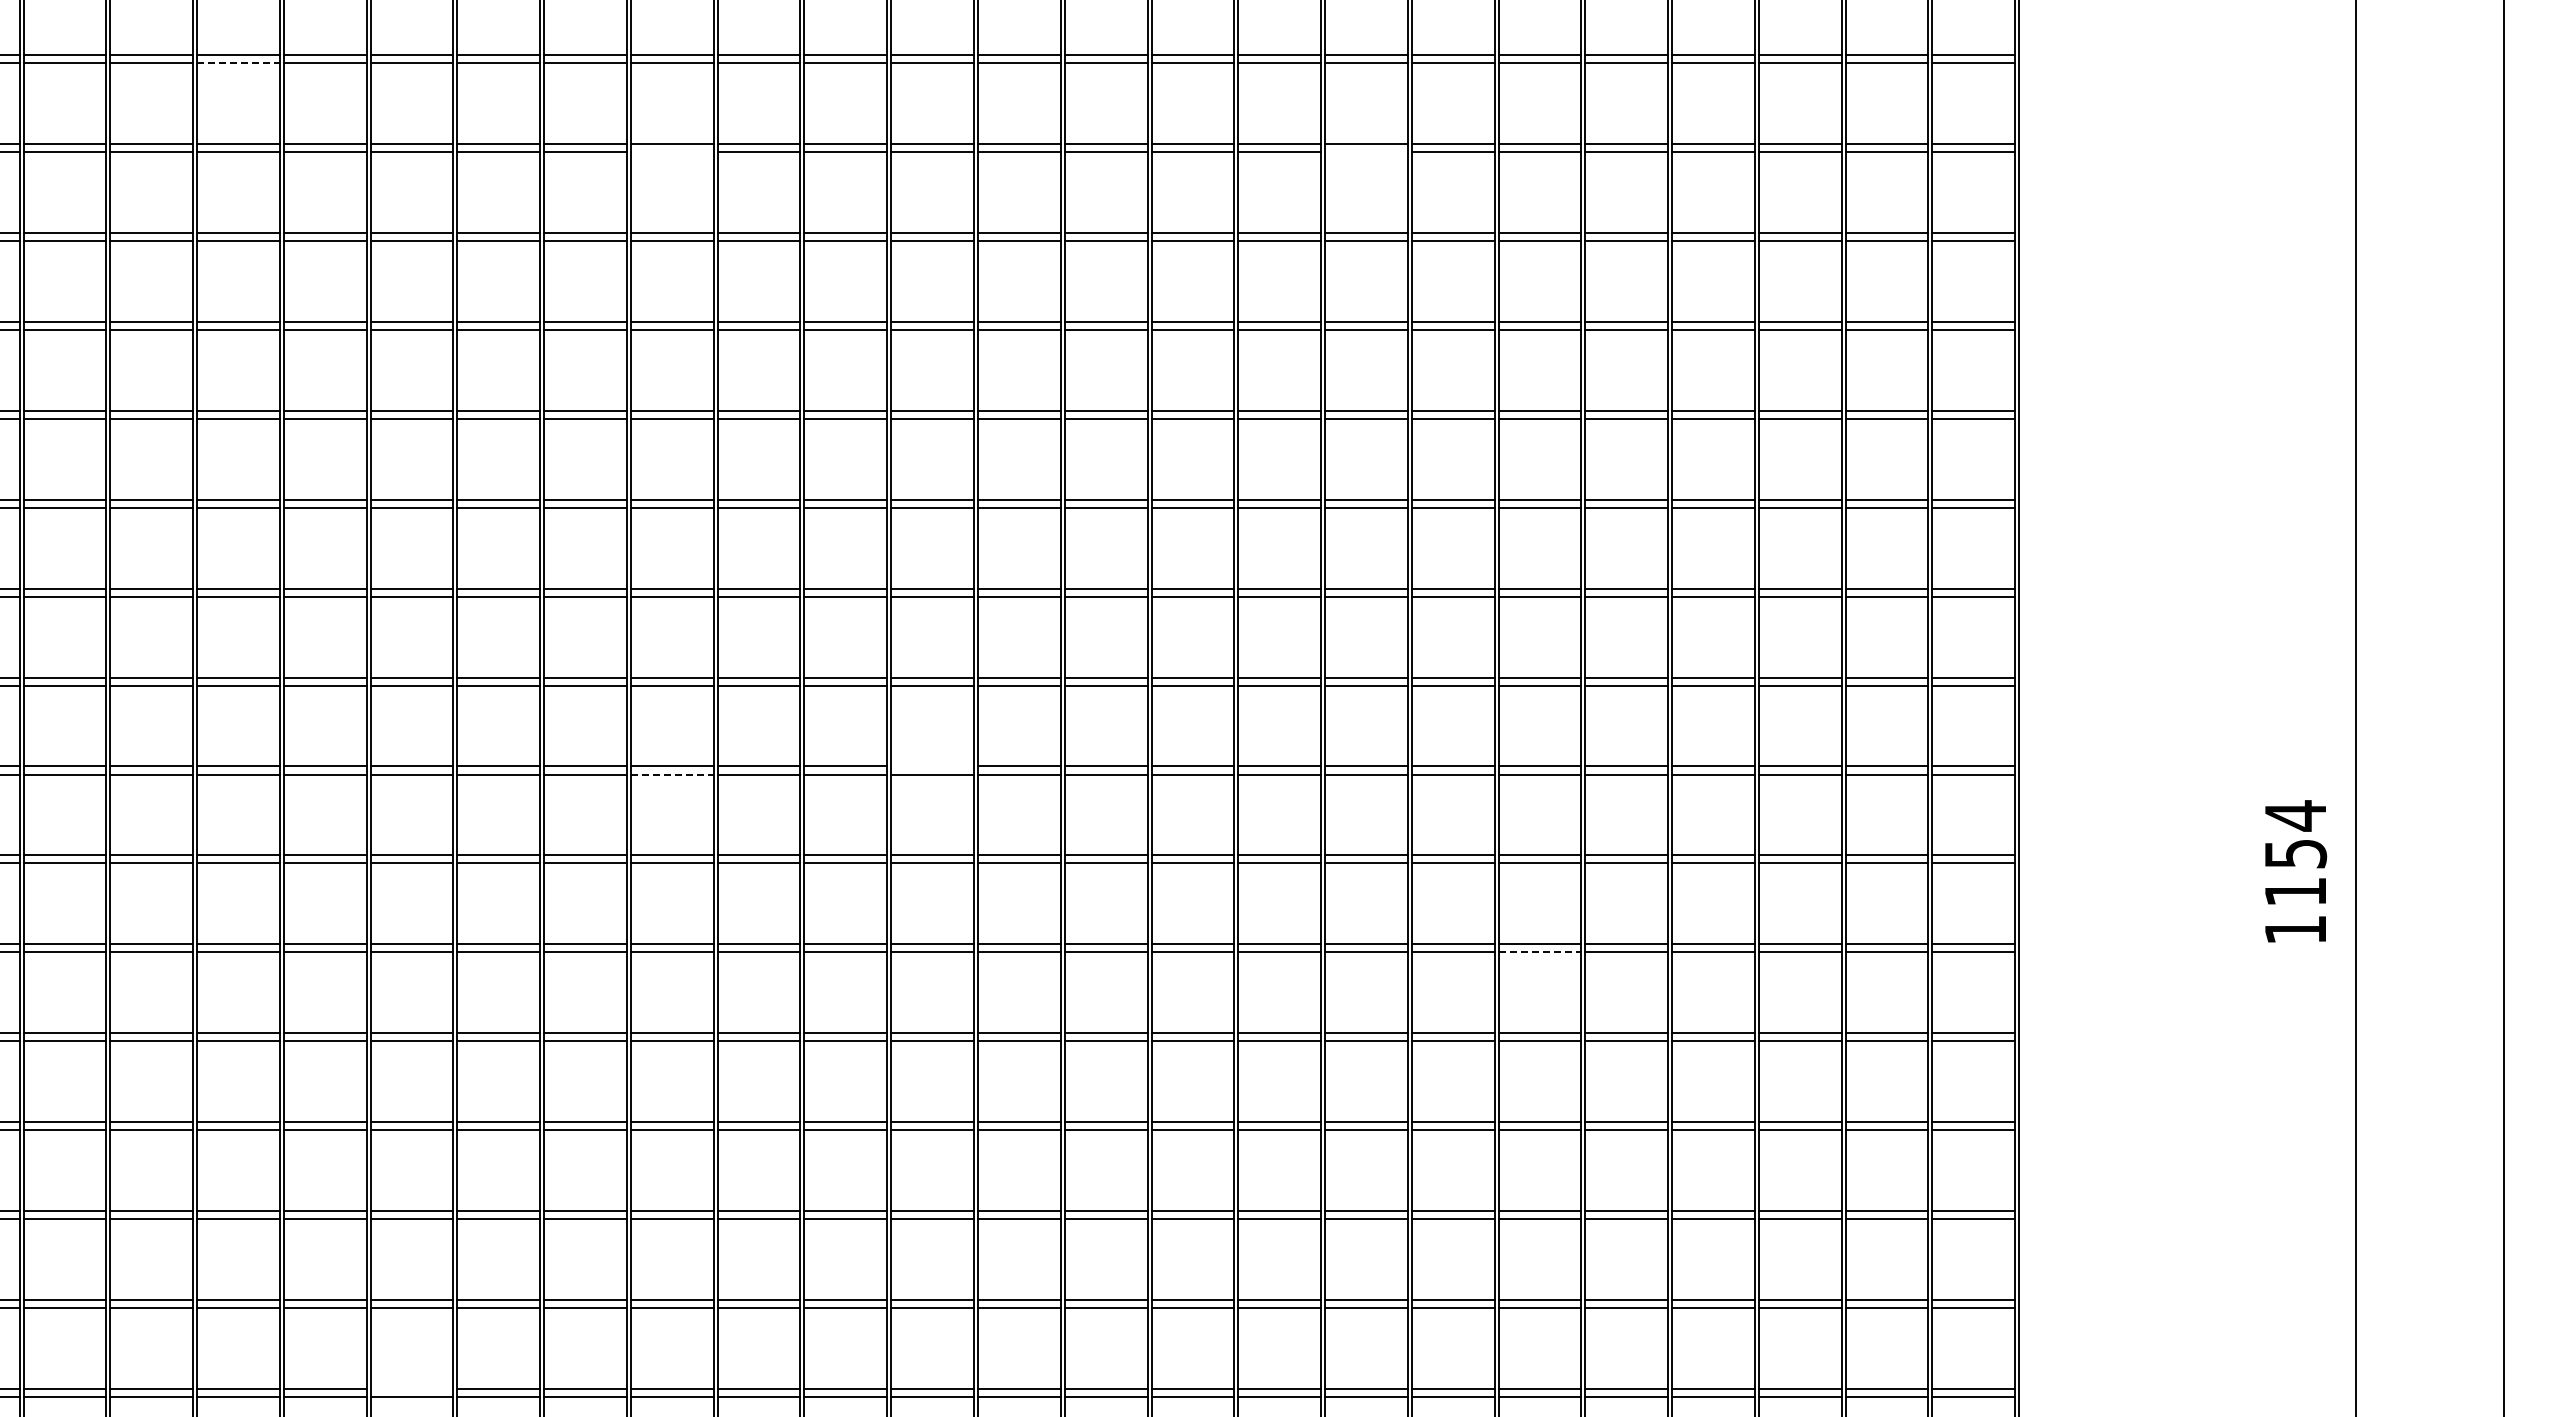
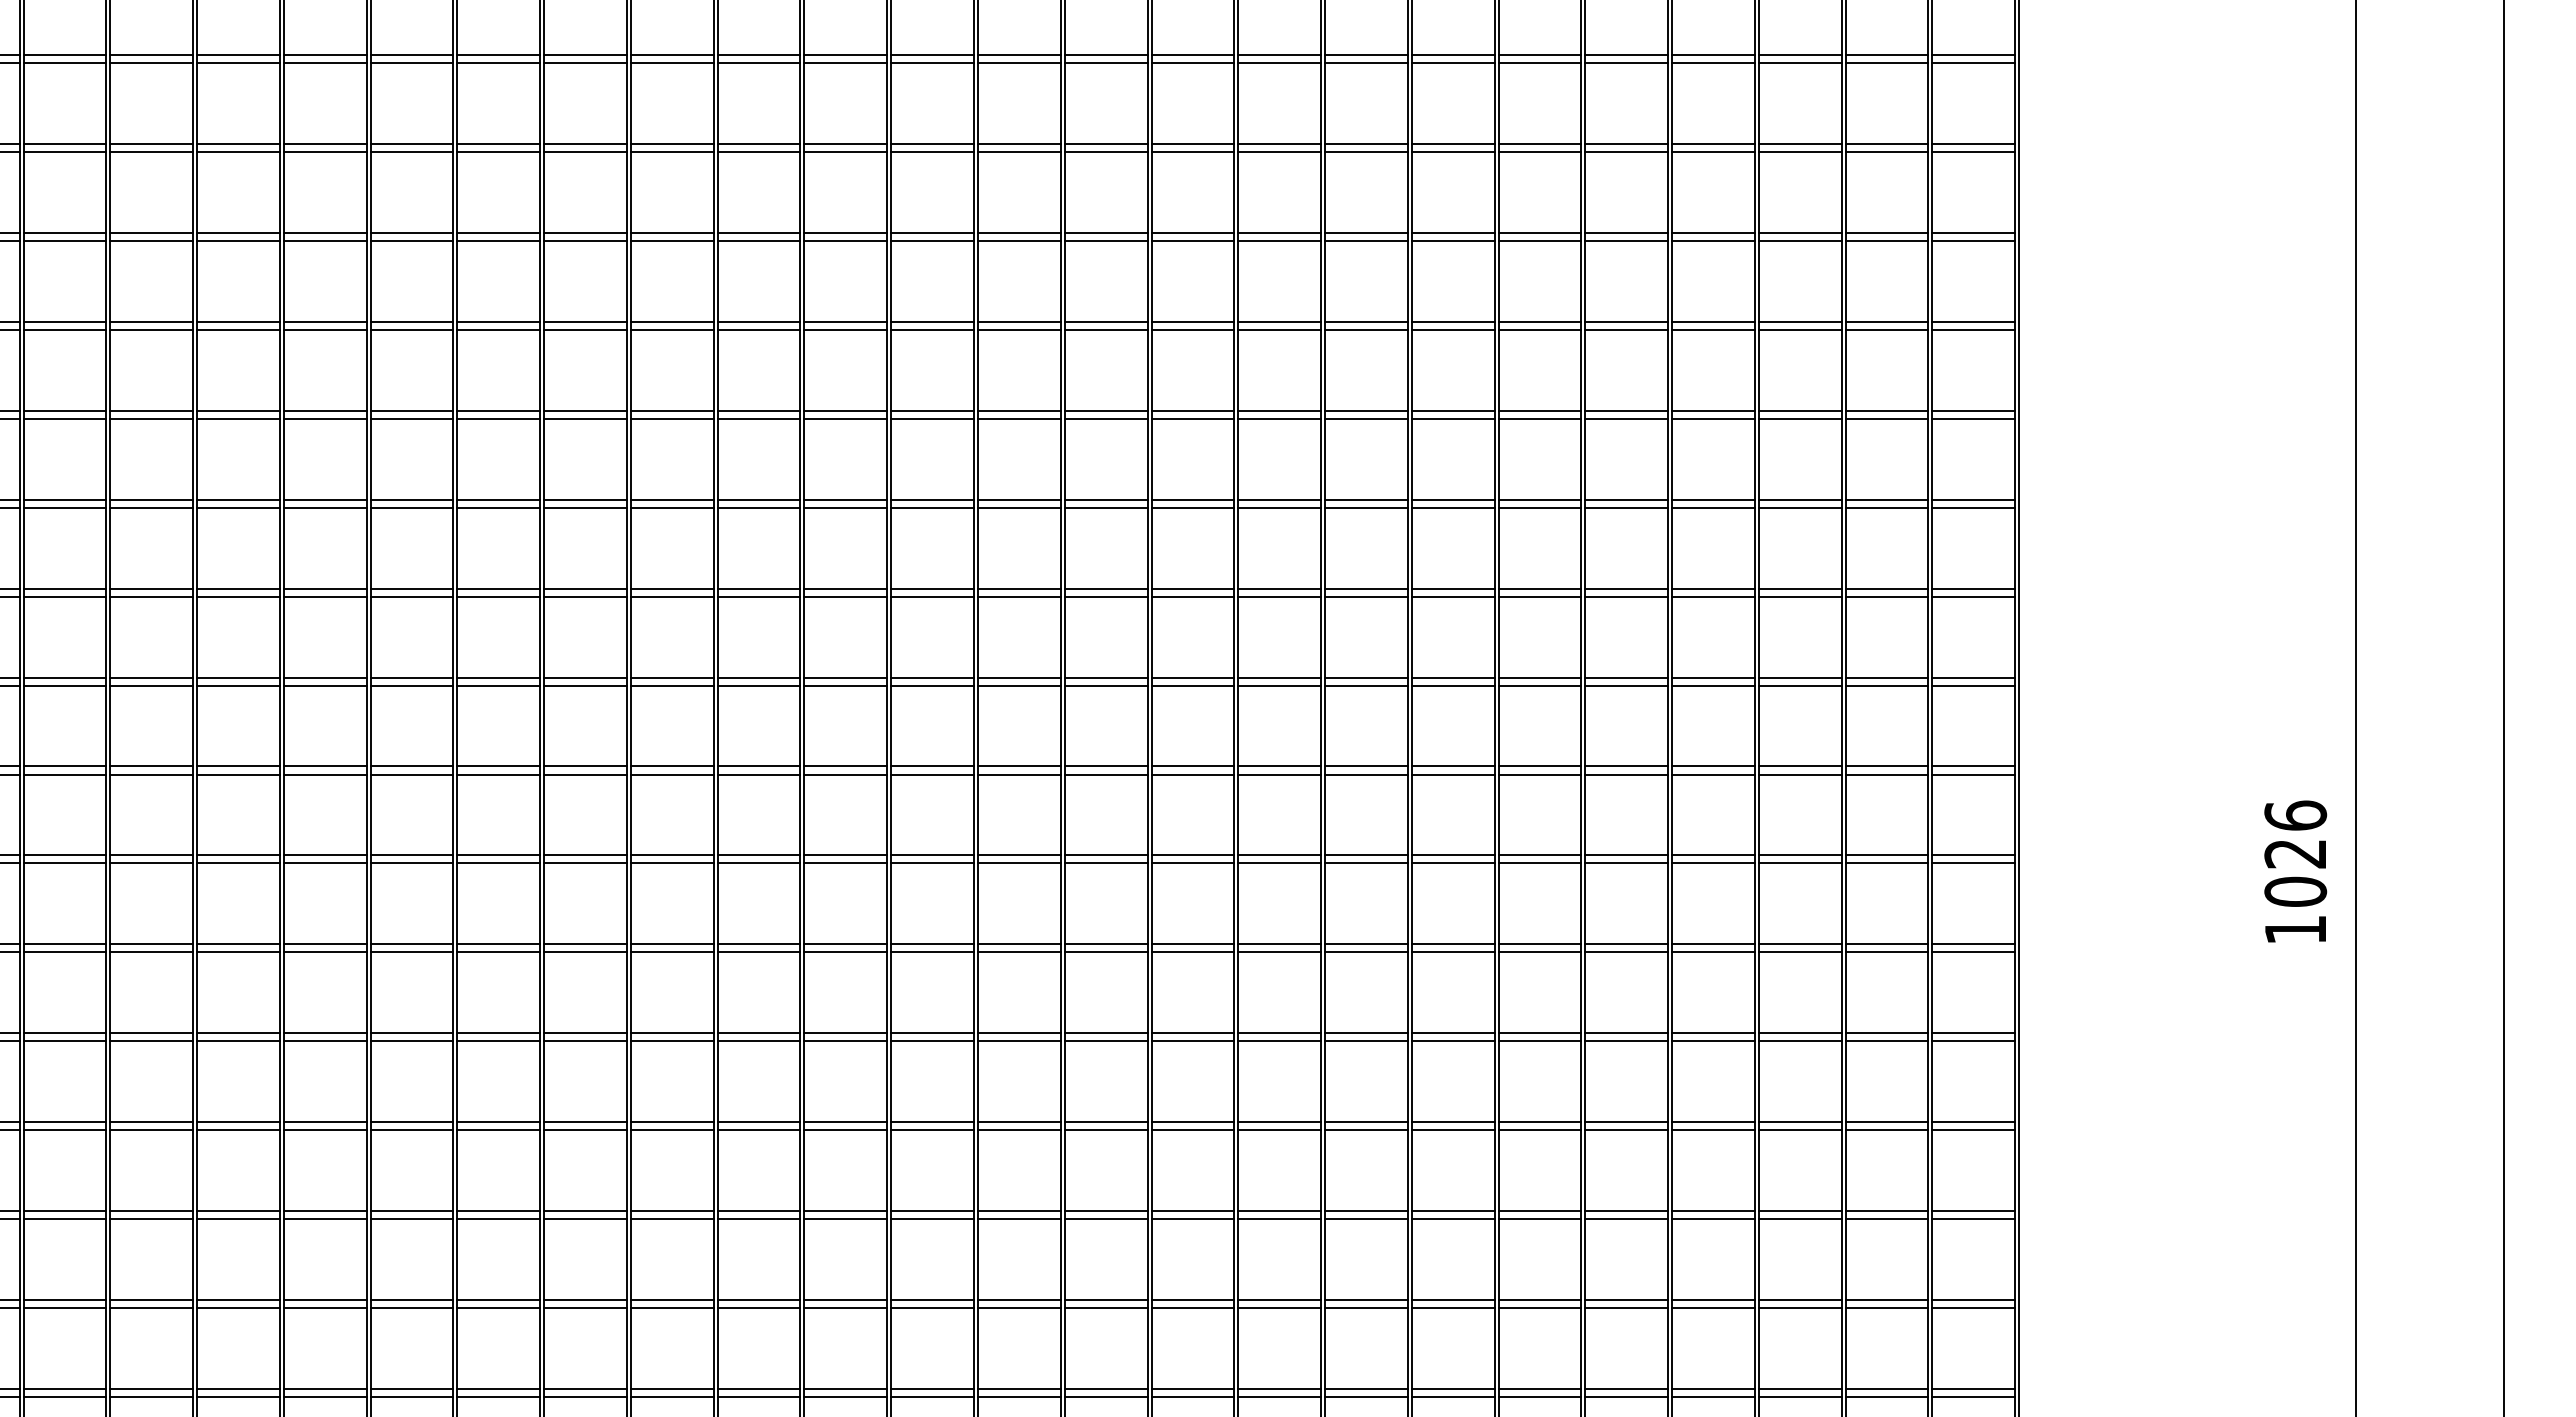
line at (238, 63): dashed -> solid
line at (671, 152): none -> present
line at (1366, 152): none -> present
line at (932, 766): none -> present
line at (672, 774): dashed -> solid
text at (2295, 853): 1154 -> 1026
line at (1540, 952): dashed -> solid
line at (411, 1388): none -> present
